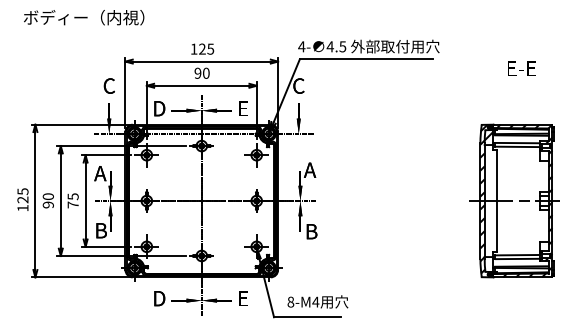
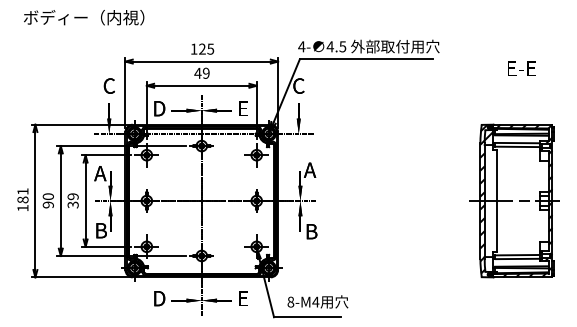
text at (201, 72): 90 -> 49
text at (22, 195): 125 -> 181
text at (72, 200): 75 -> 39
